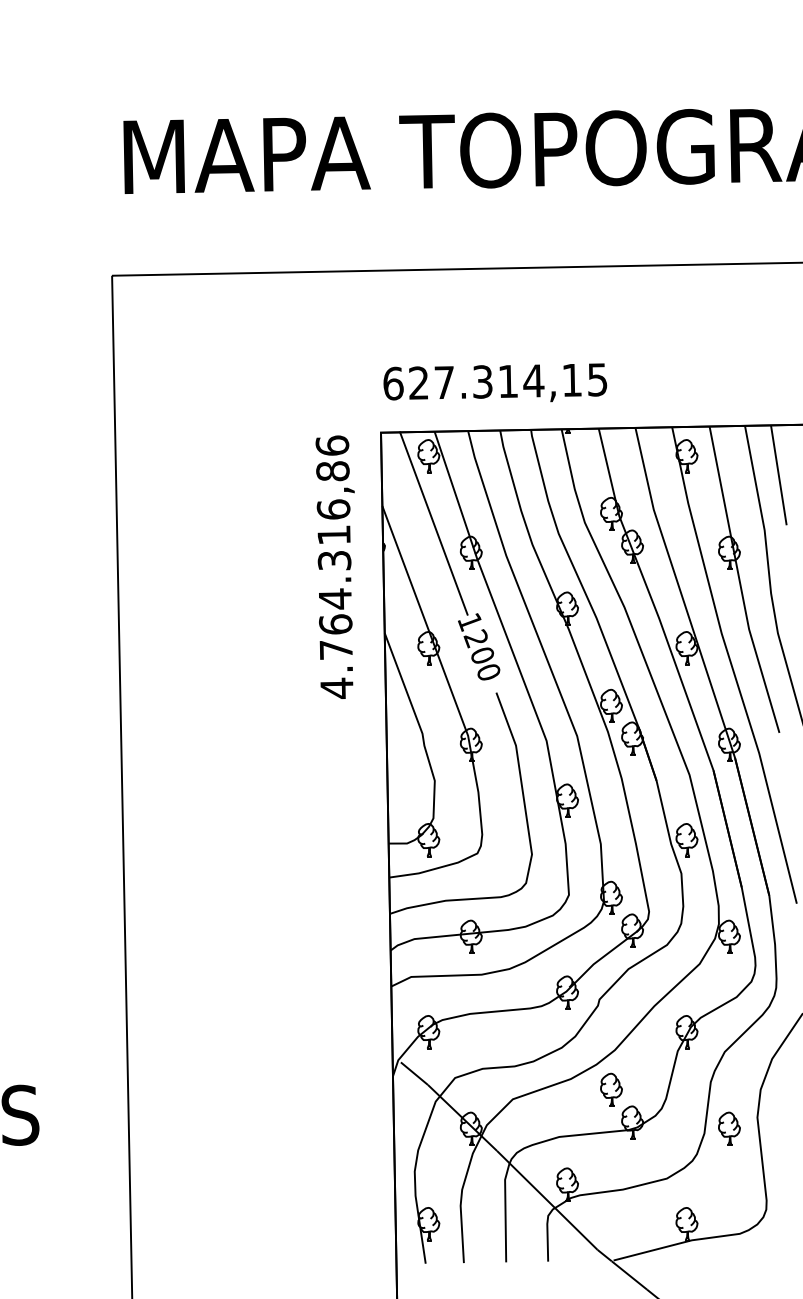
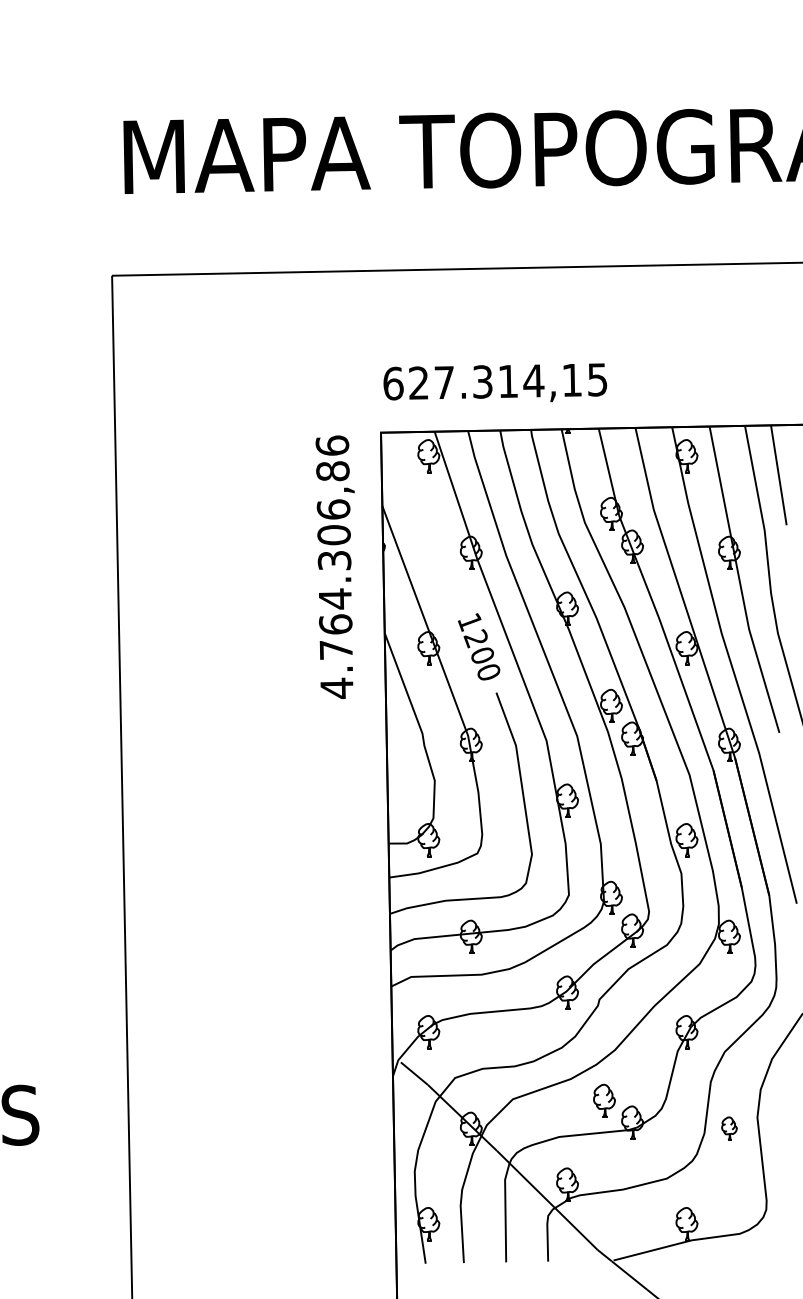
line at (433, 523): present -> none
text at (333, 535): 4.764.316,86 -> 4.764.306,86
part at (611, 1089) position: (611, 1089) -> (604, 1100)
part at (729, 1128) size: 23x35 px -> 17x25 px
